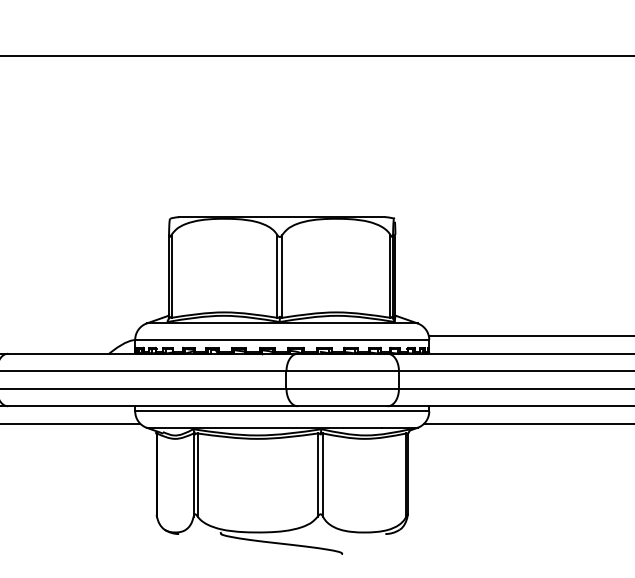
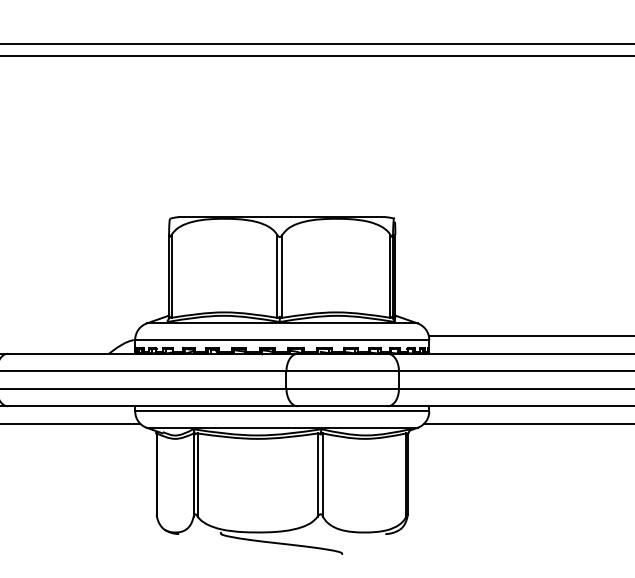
line at (316, 43): none -> present
